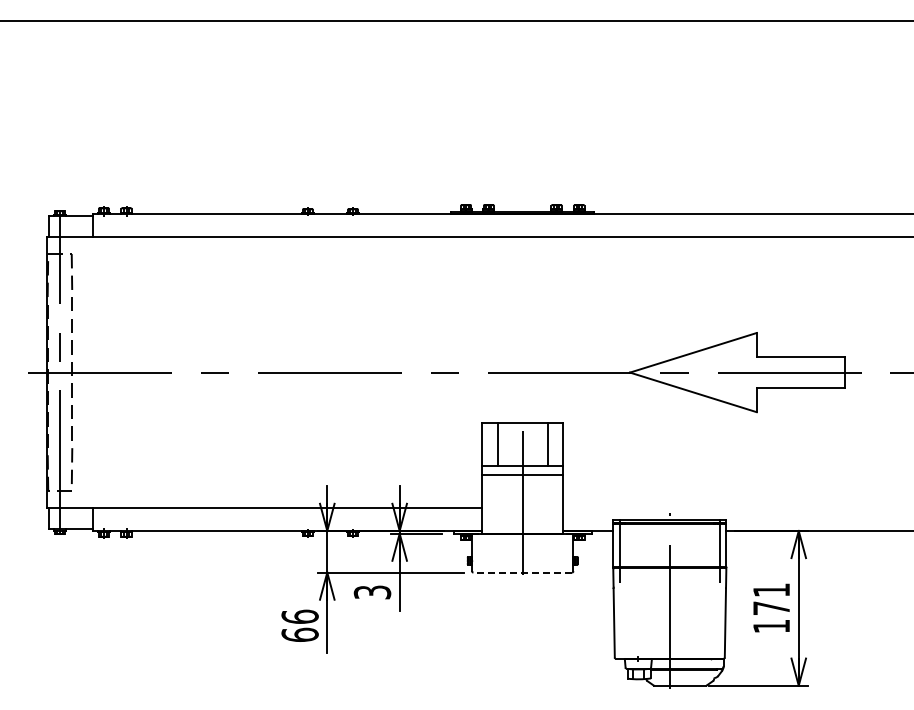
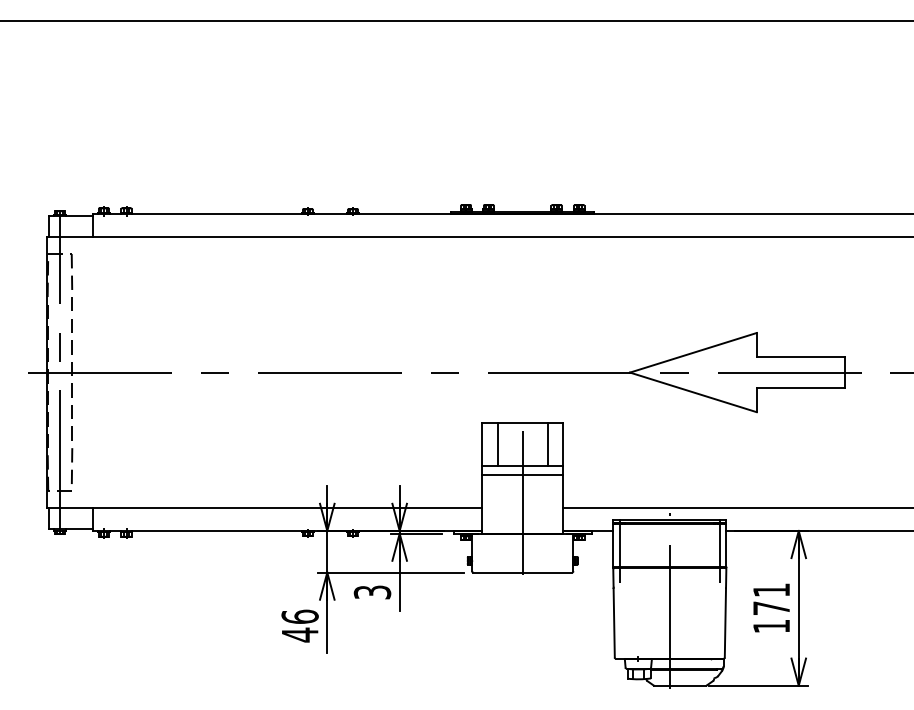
line at (736, 508): none -> present
line at (522, 572): dashed -> solid
text at (299, 634): 66 -> 46
